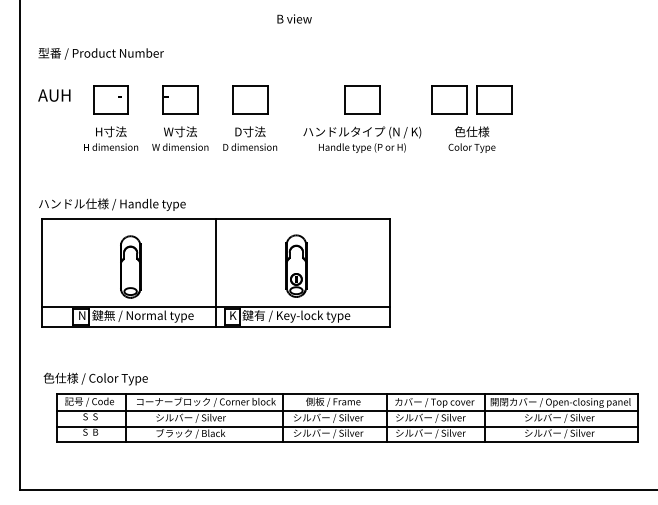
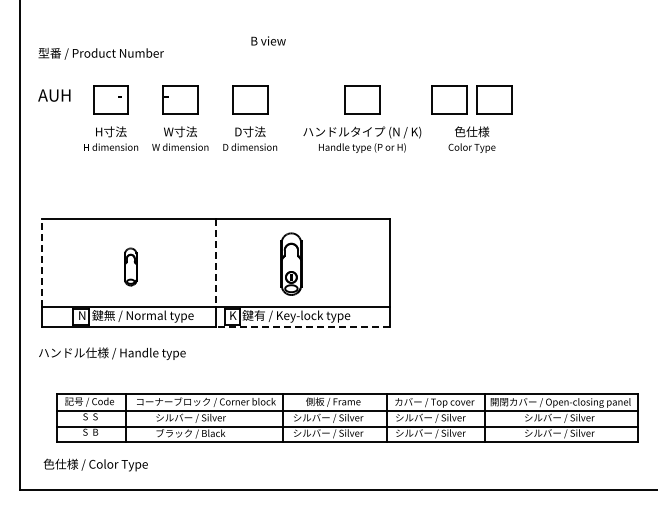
text at (294, 18) position: (294, 18) -> (268, 40)
text at (112, 204) position: (112, 204) -> (112, 353)
line at (42, 262): solid -> dashed
line at (216, 262): solid -> dashed
part at (296, 265) position: (296, 265) -> (291, 263)
part at (130, 266) size: 22x64 px -> 14x40 px
line at (303, 326): solid -> dashed
text at (95, 378) position: (95, 378) -> (95, 464)
